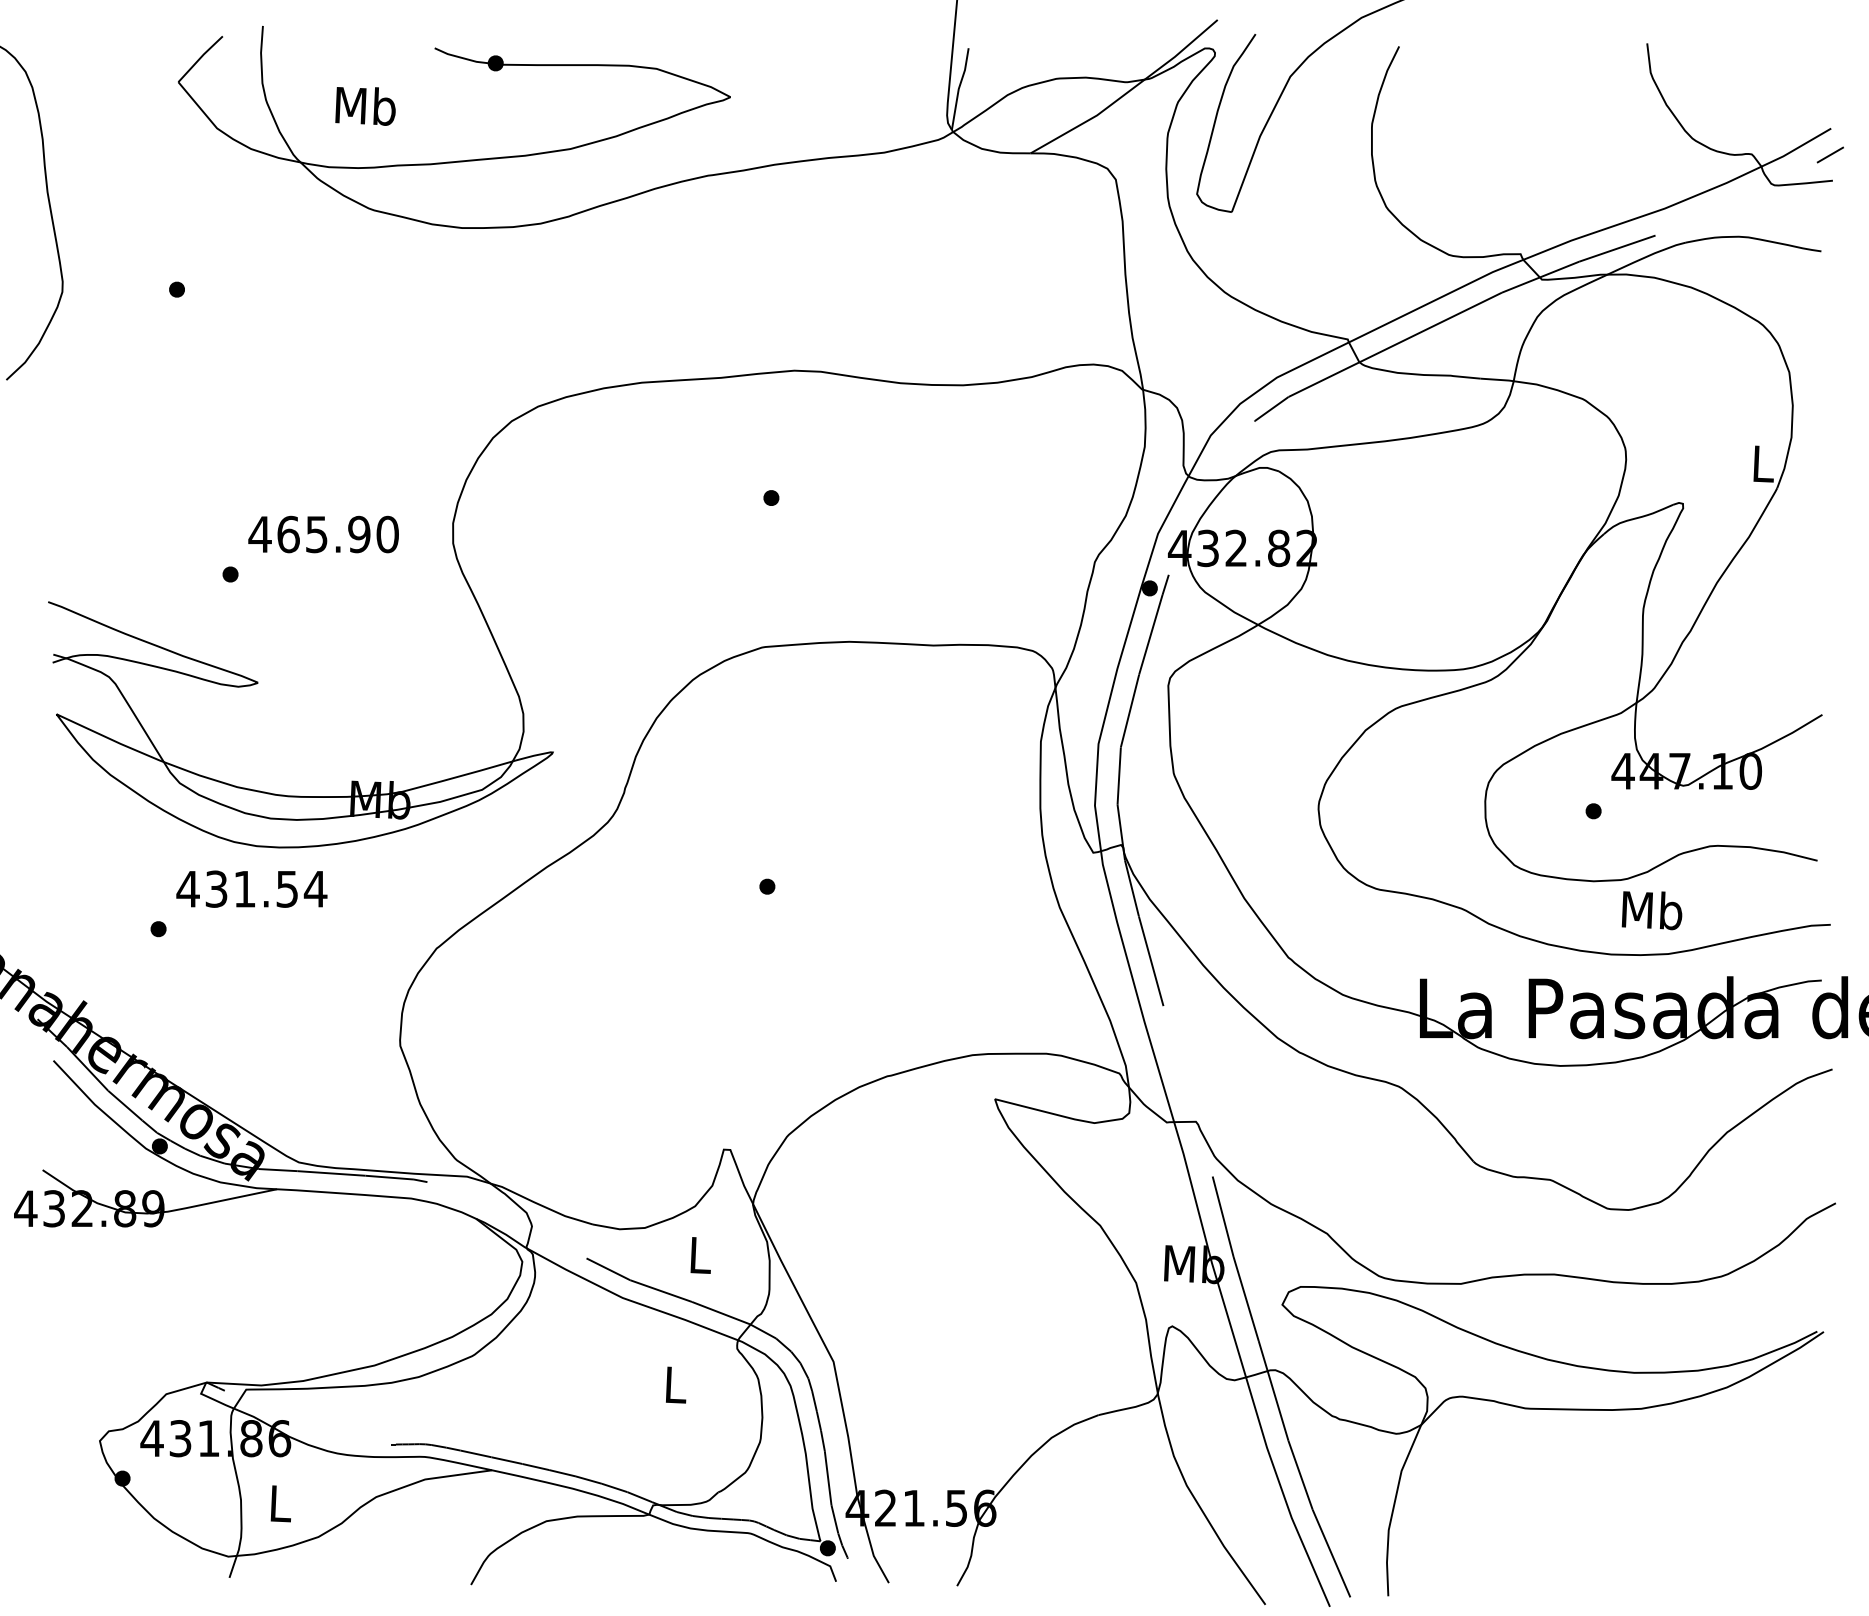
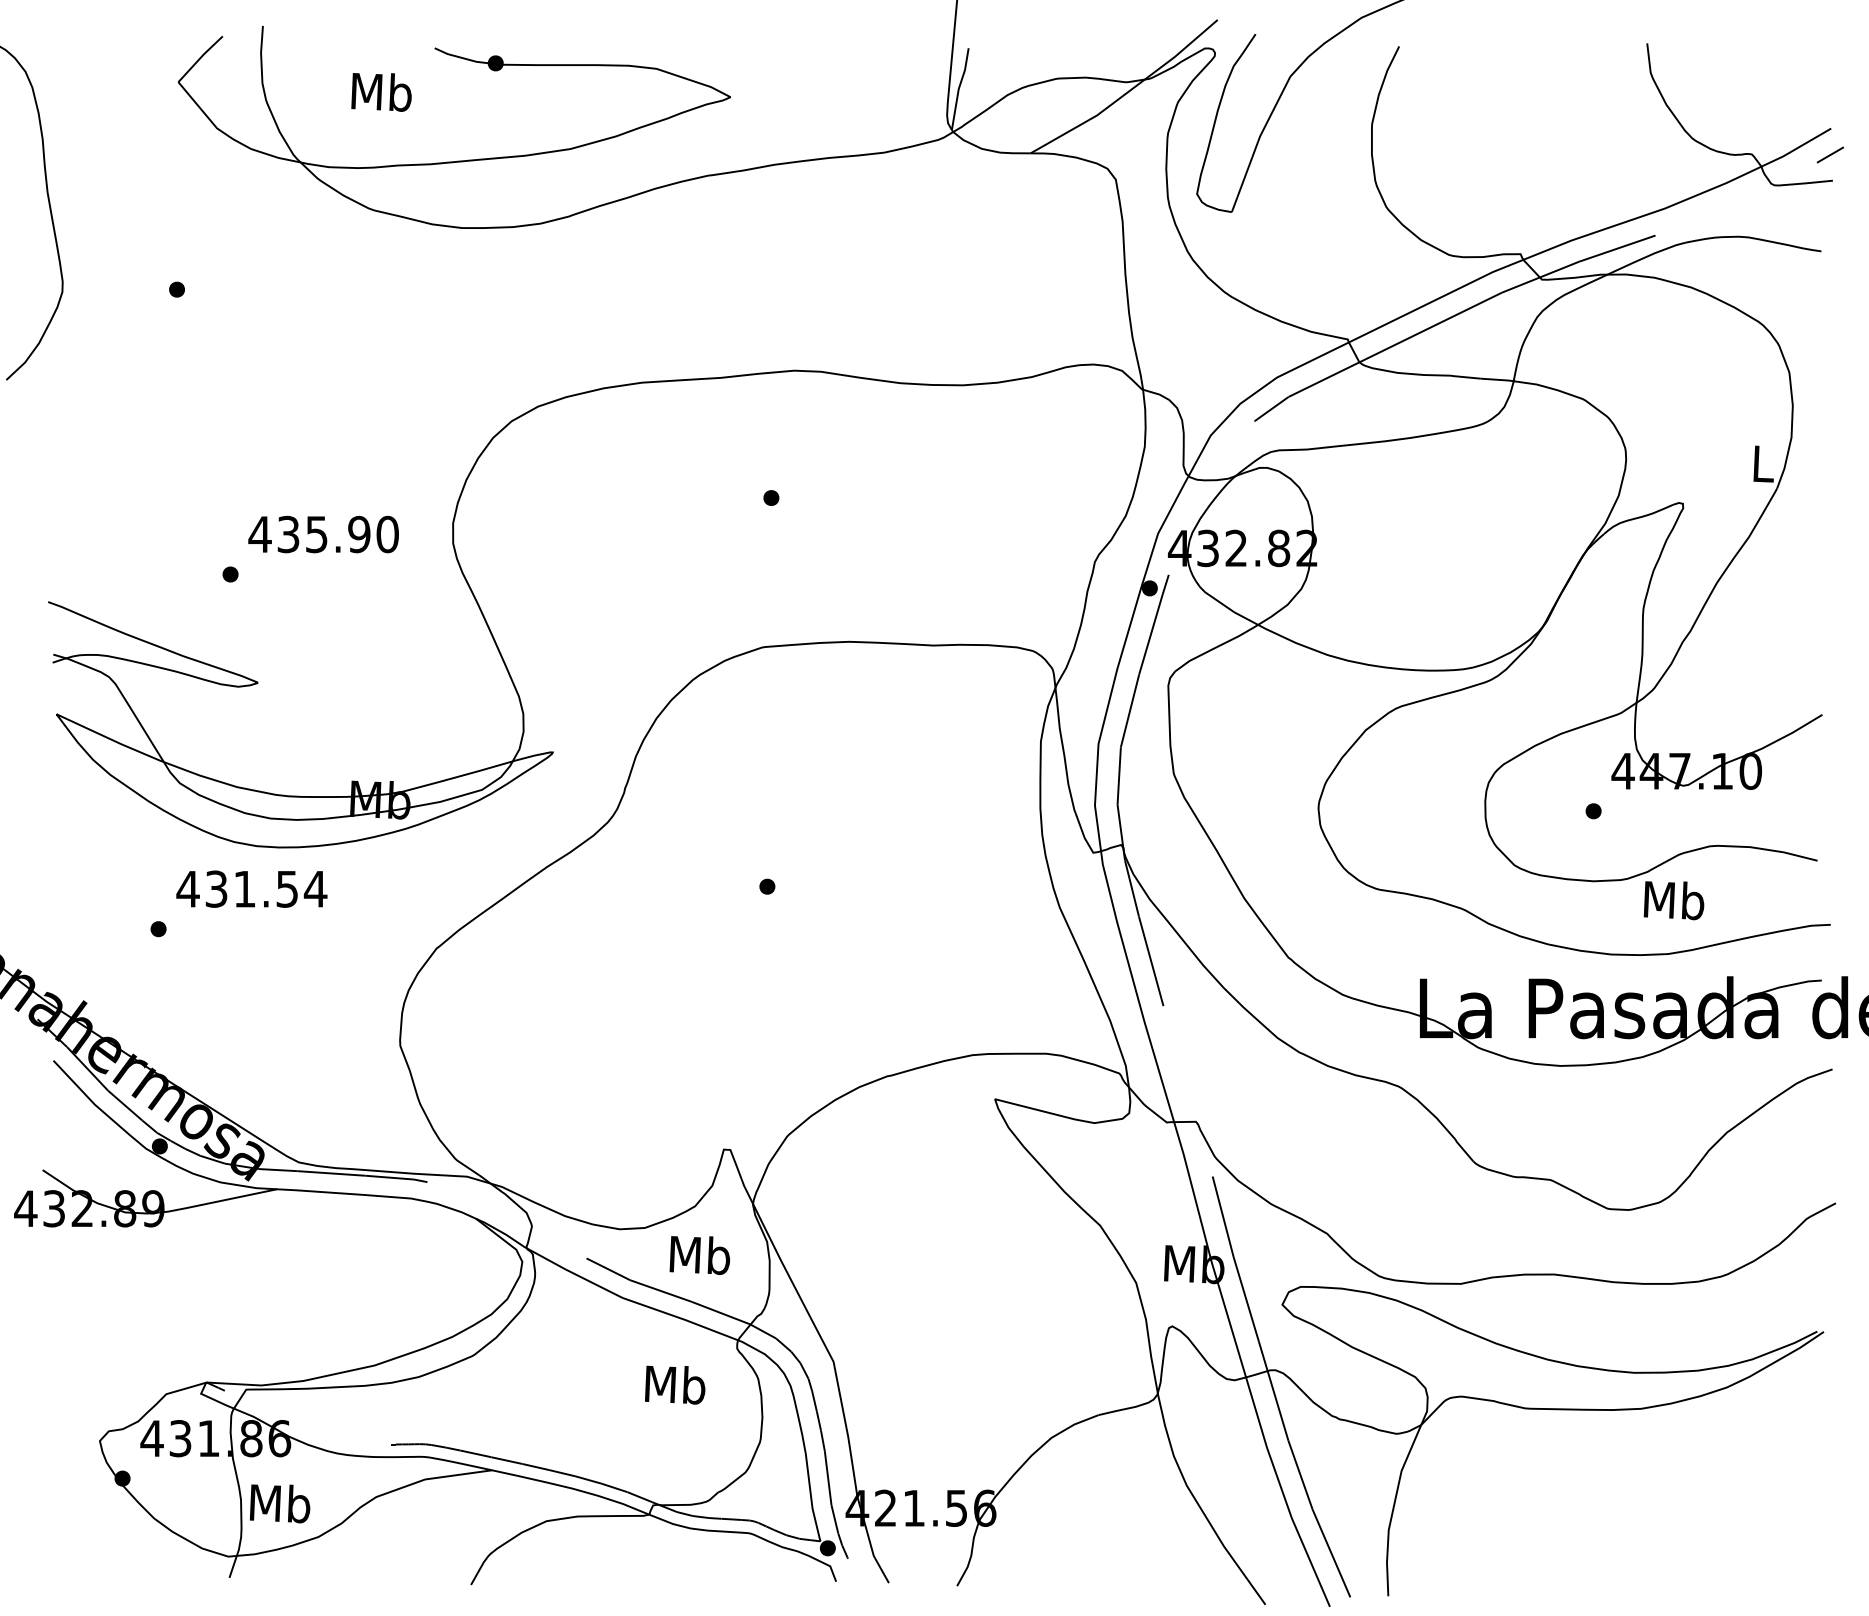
text at (365, 106) position: (365, 106) -> (381, 92)
text at (288, 534): 465.90 -> 435.90
text at (1651, 910) position: (1651, 910) -> (1673, 900)
text at (699, 1255): L -> Mb
text at (675, 1384): L -> Mb
text at (279, 1503): L -> Mb
